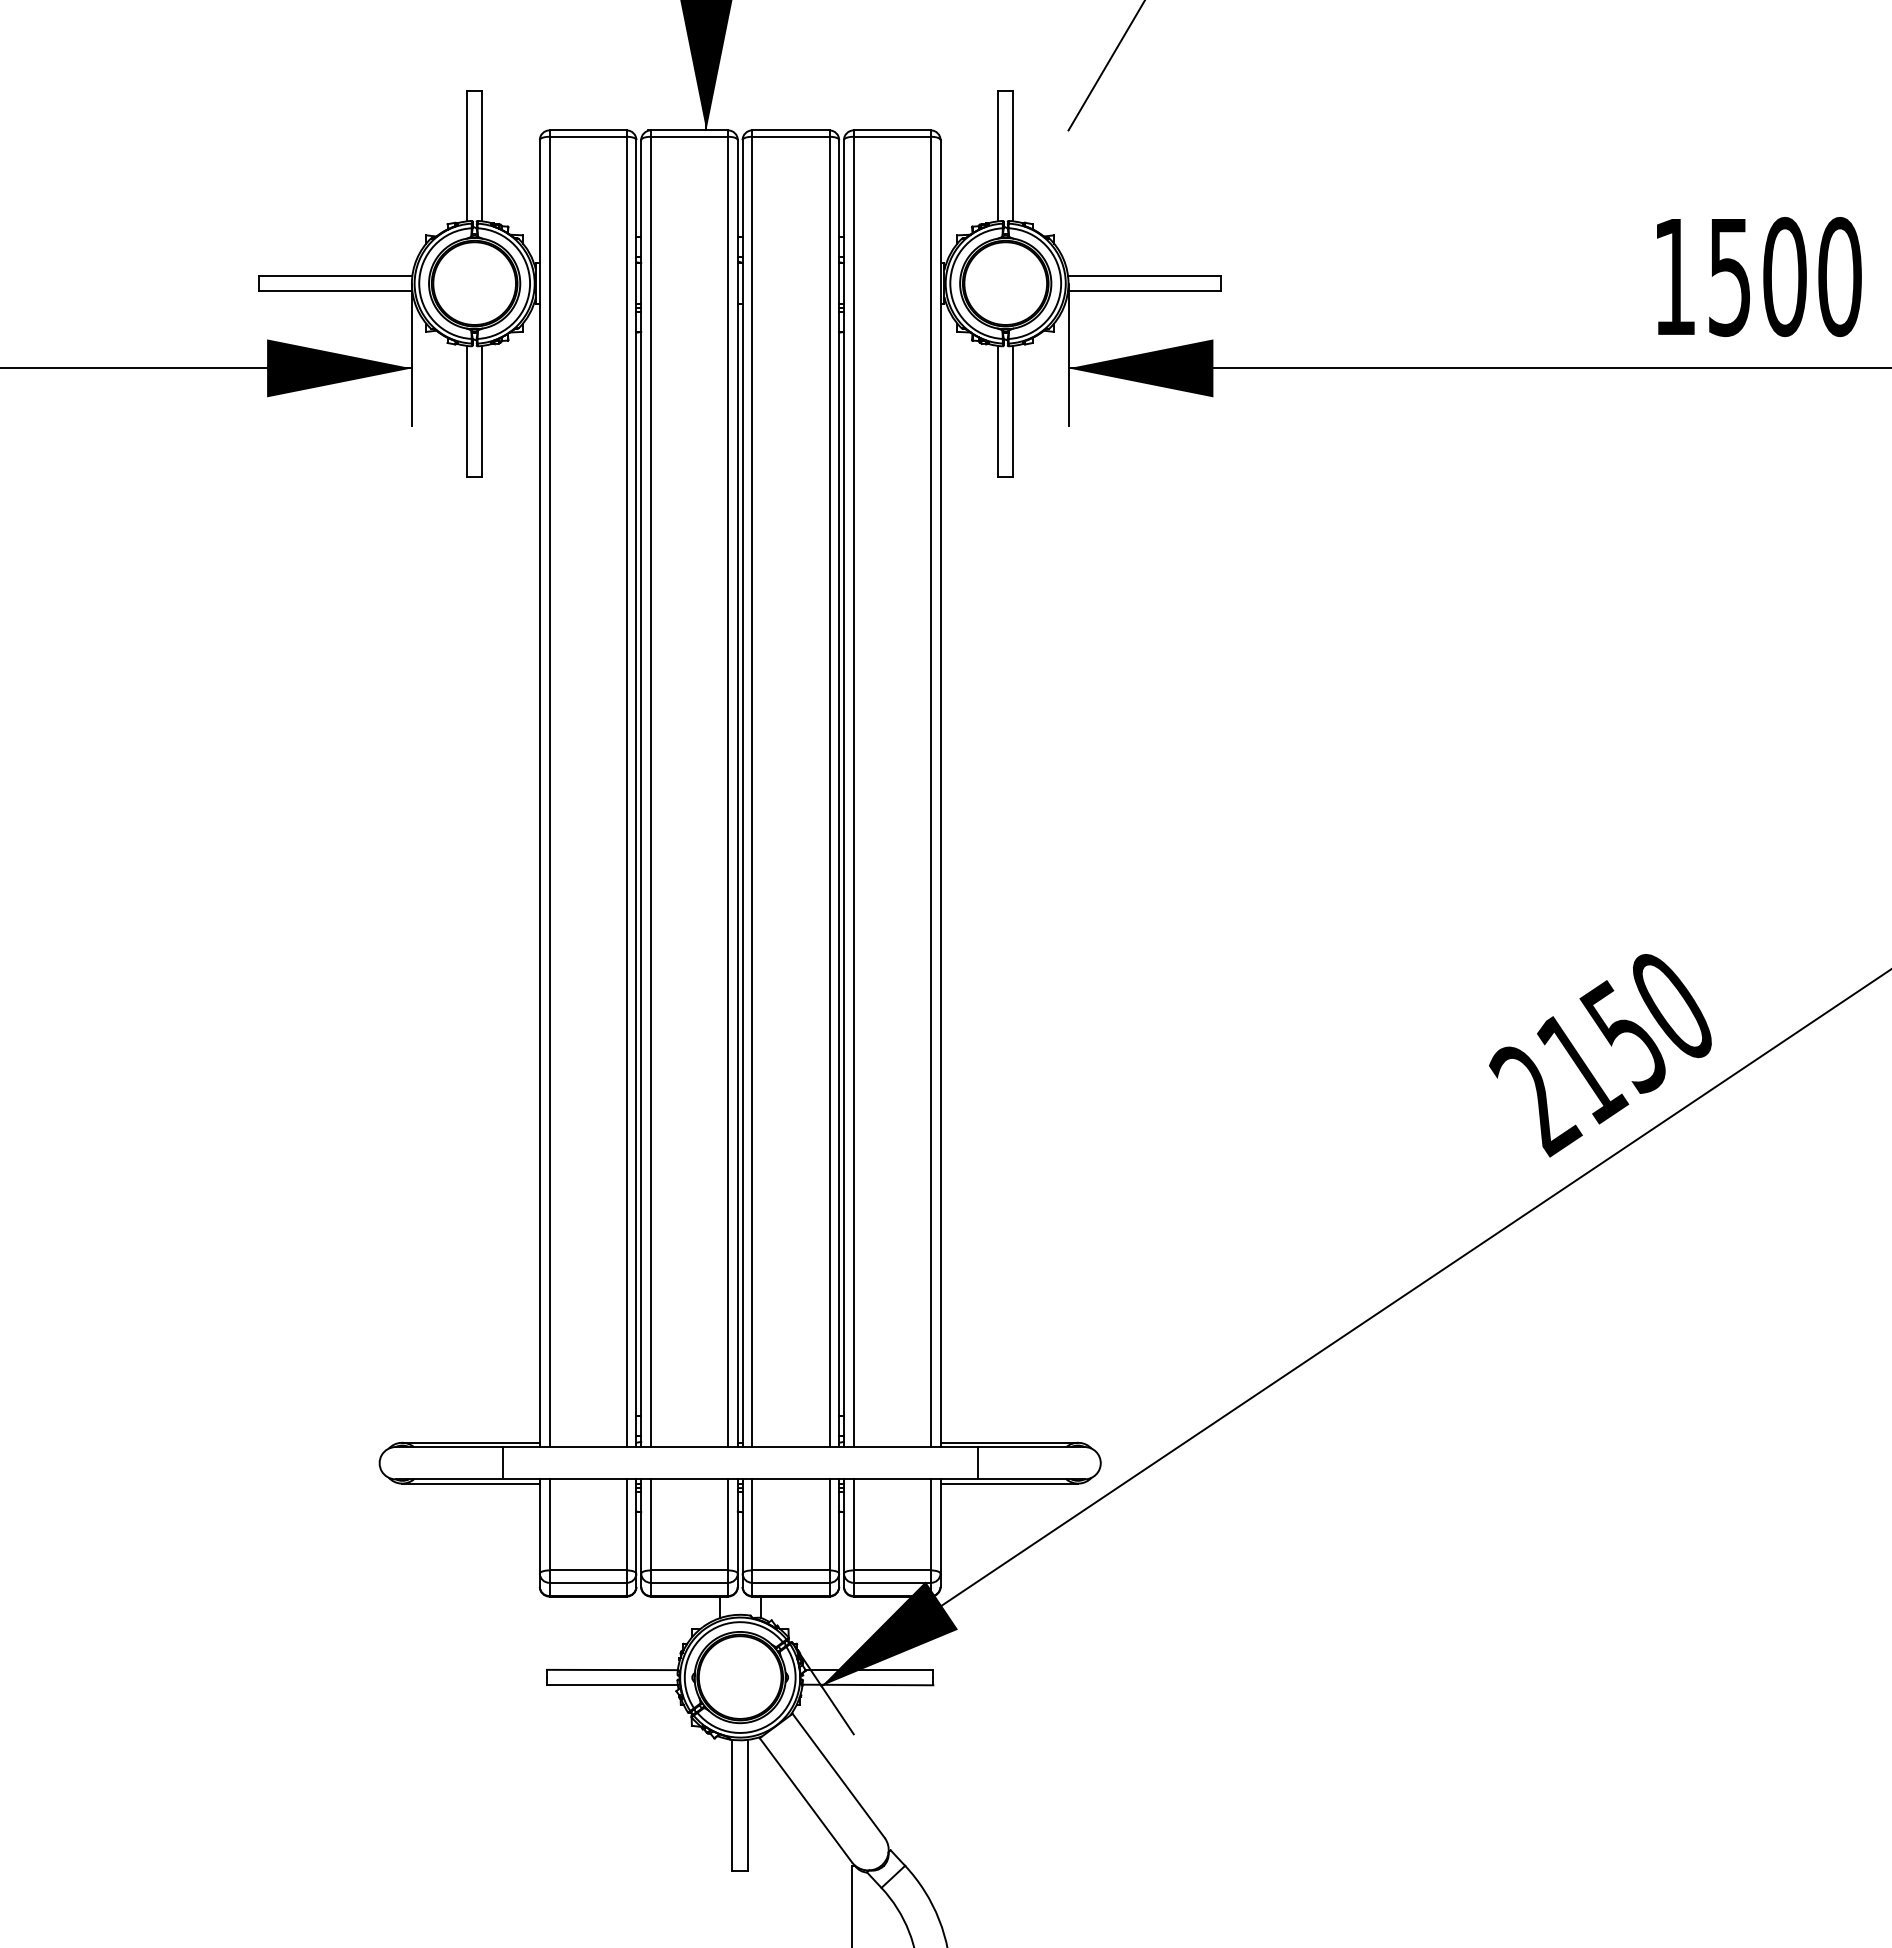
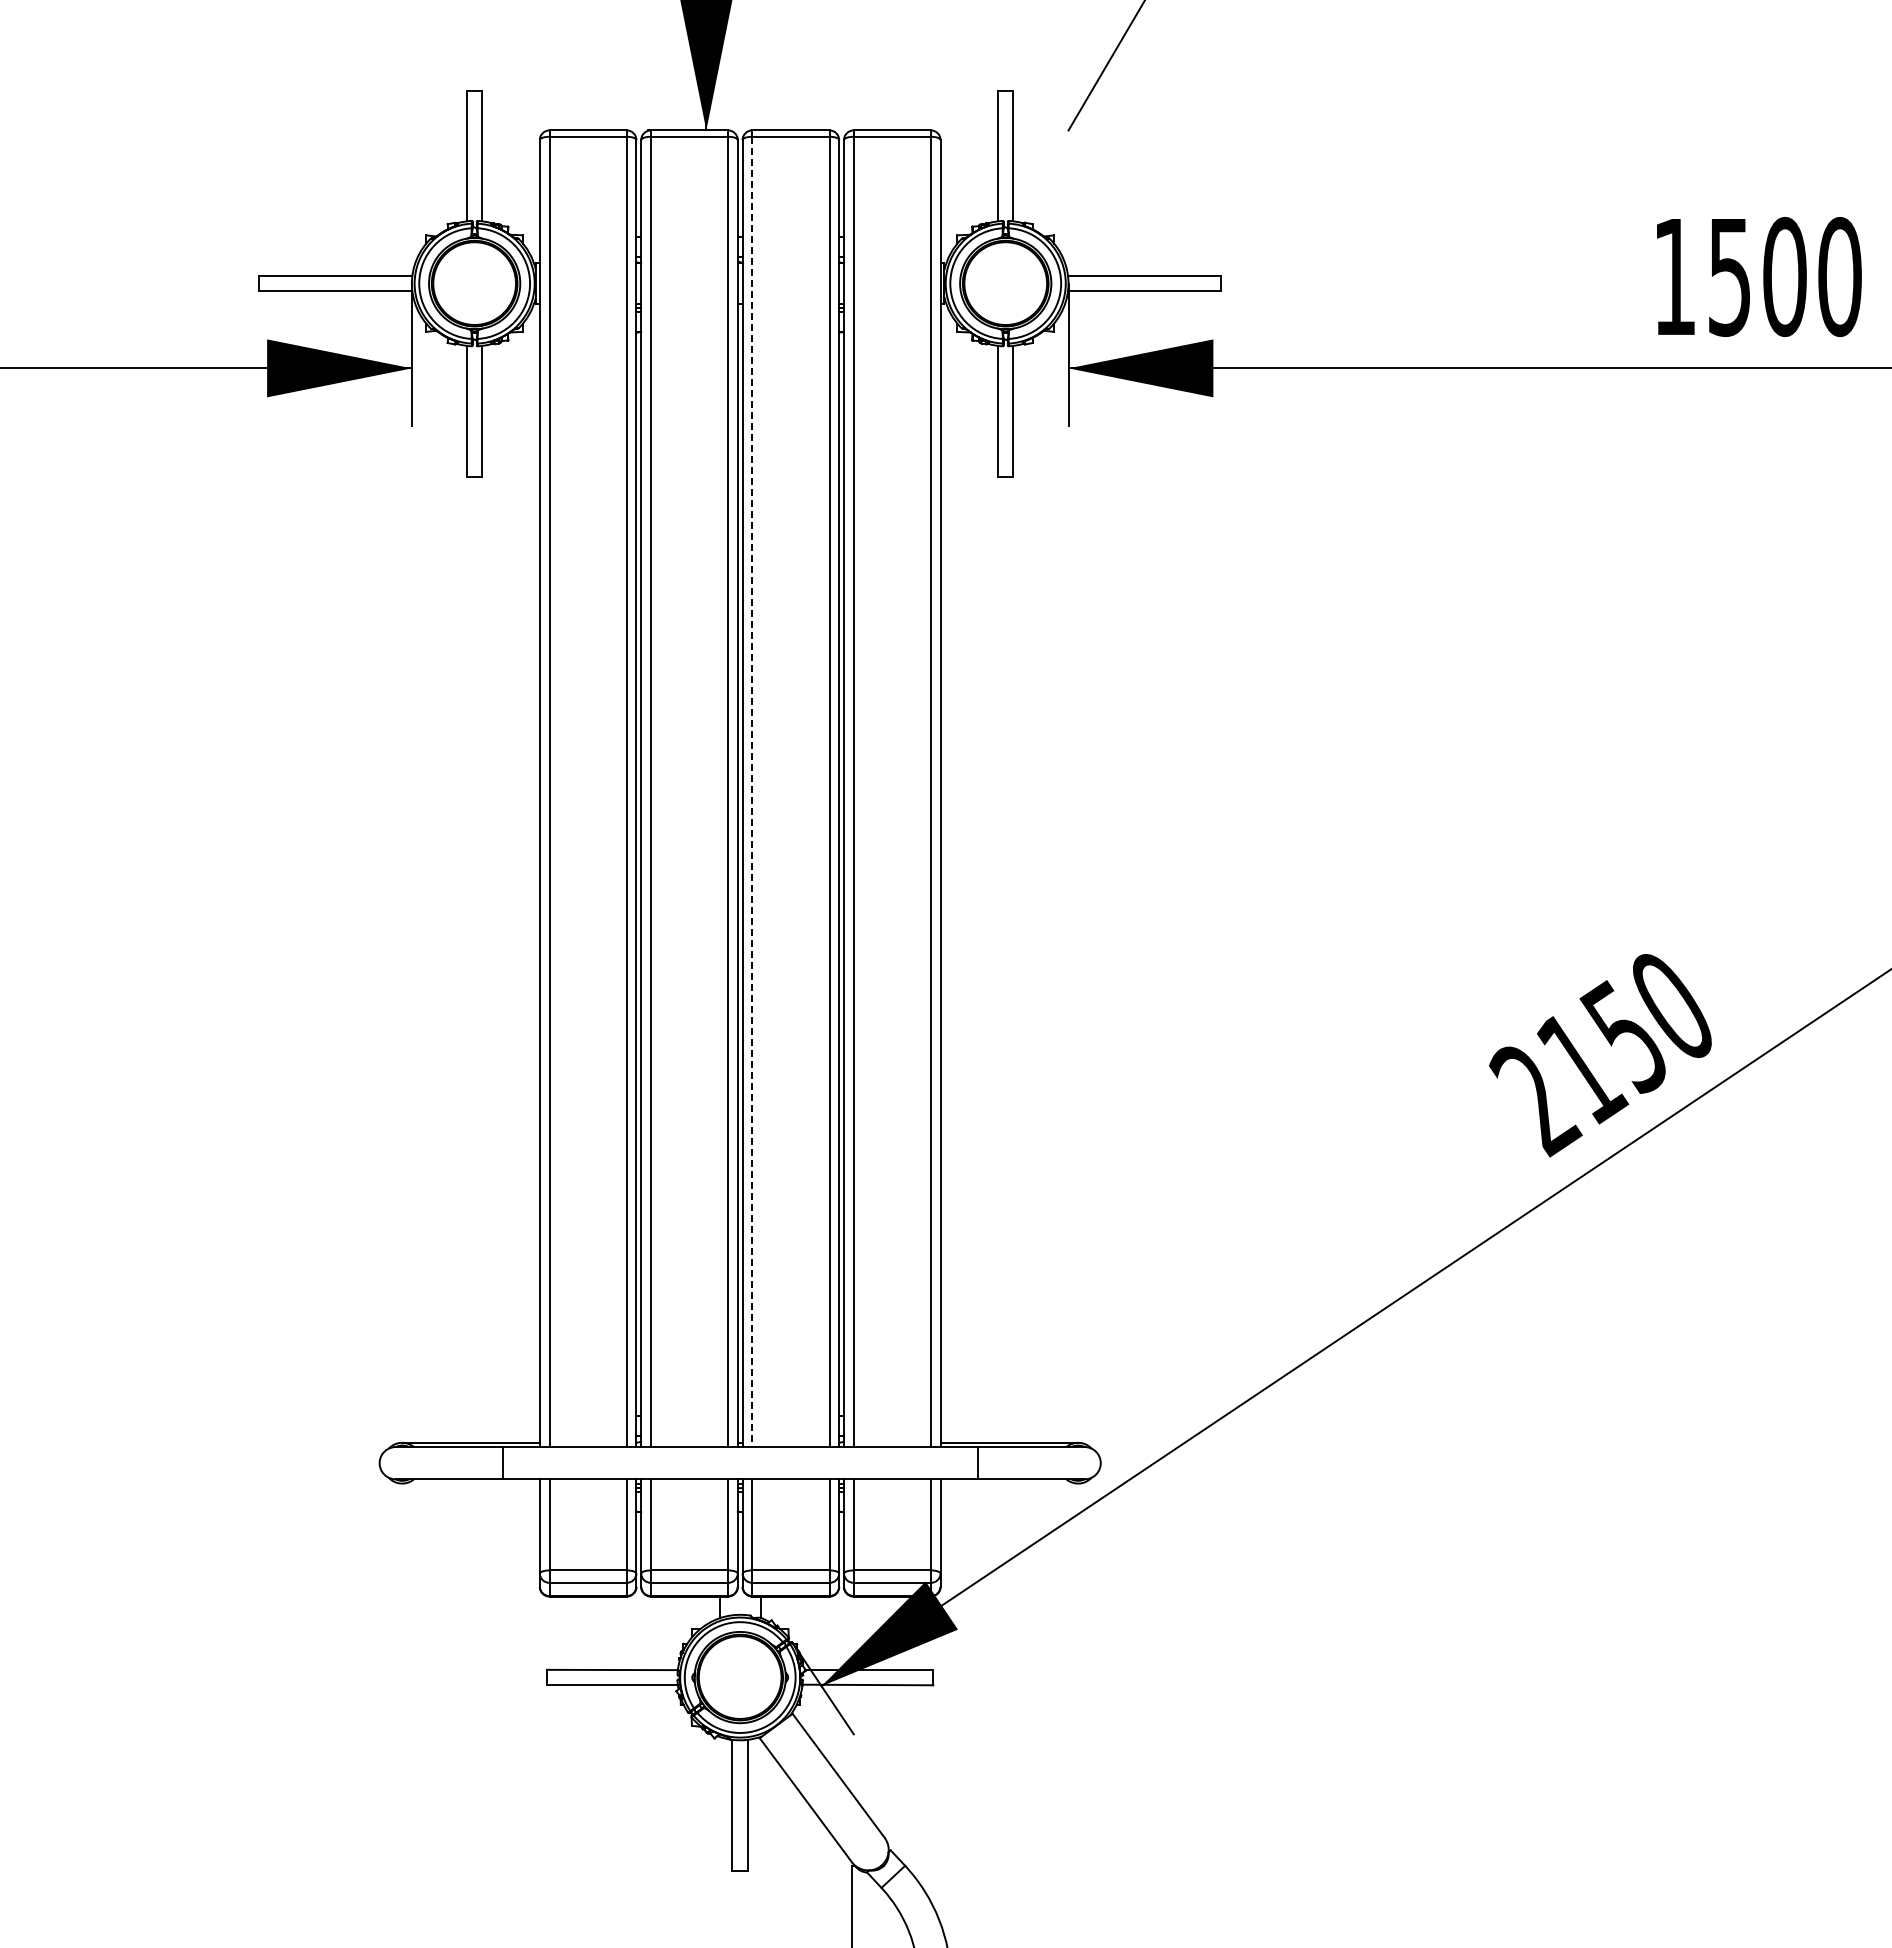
line at (752, 792): solid -> dashed
line at (470, 1483): present -> none
line at (1009, 1483): present -> none
